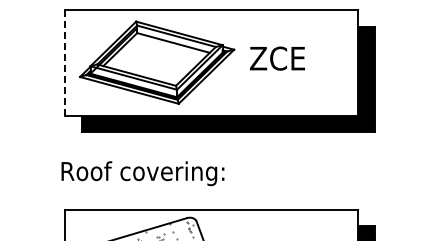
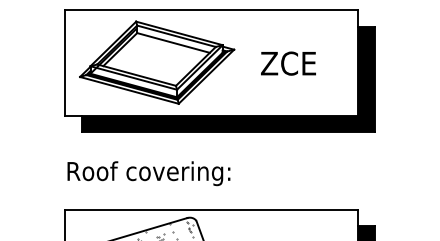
text at (277, 58) position: (277, 58) -> (288, 63)
line at (65, 63): dashed -> solid
text at (142, 173) position: (142, 173) -> (148, 173)
